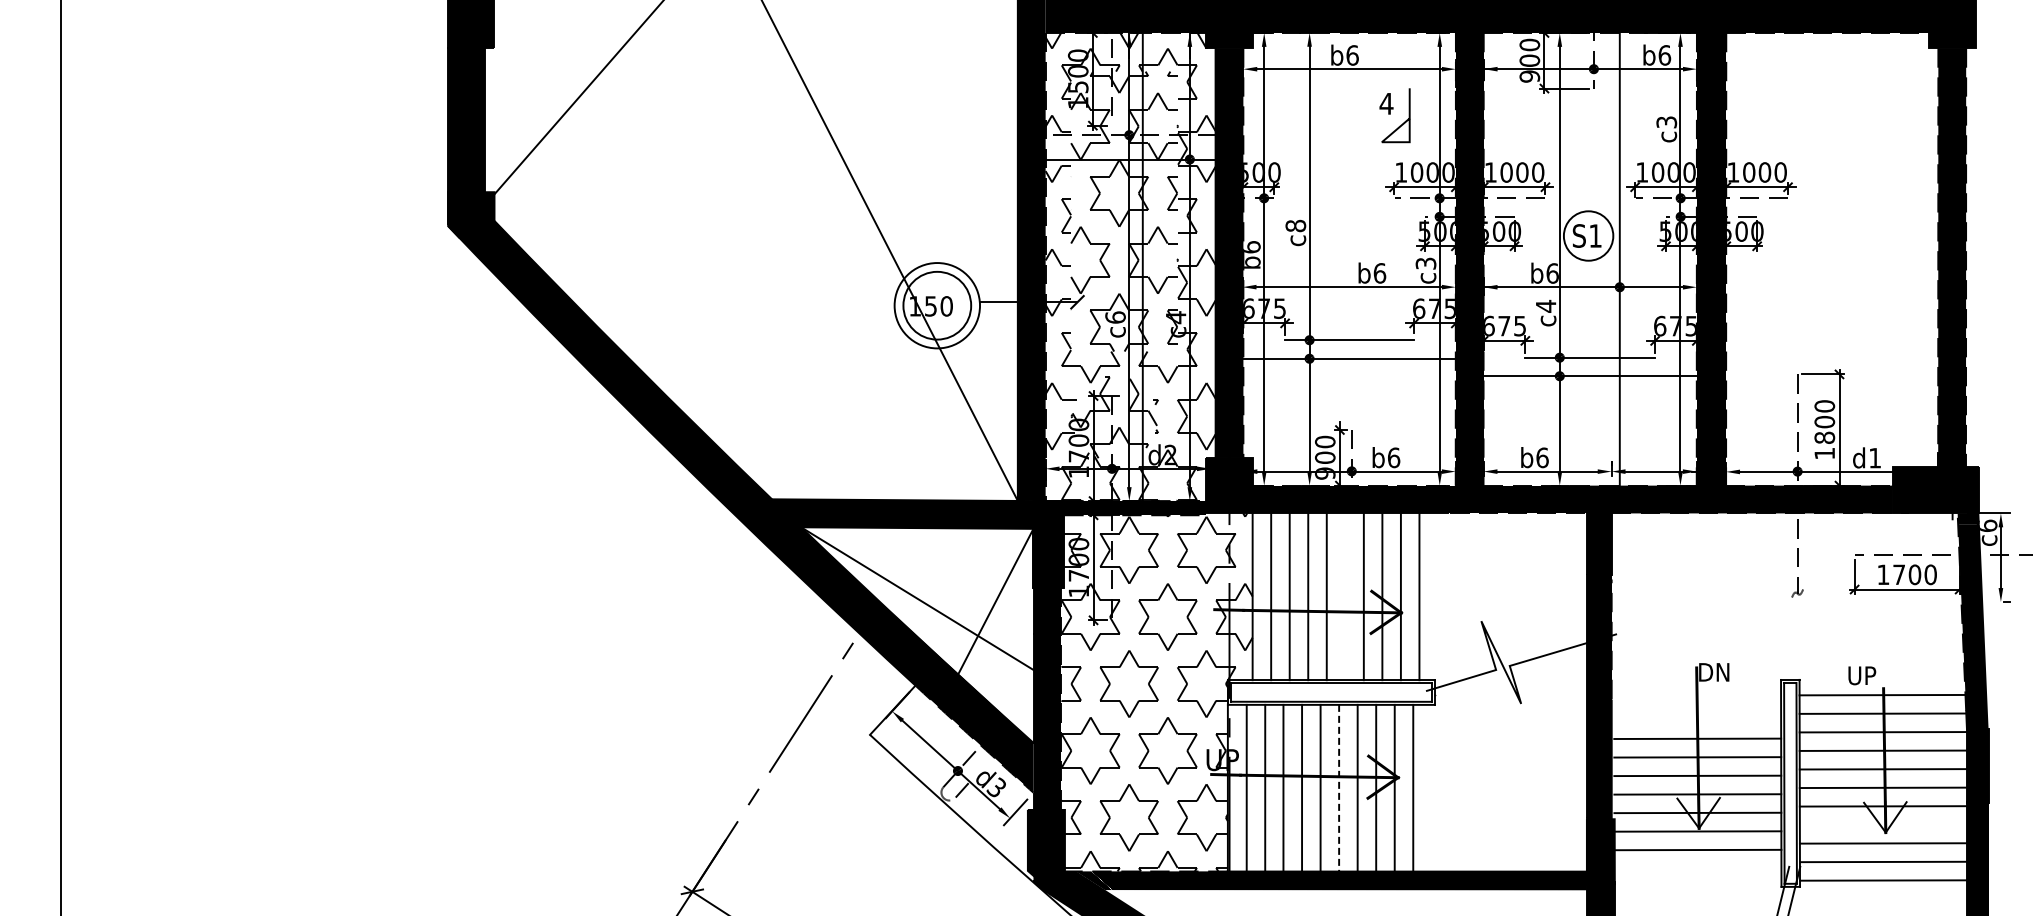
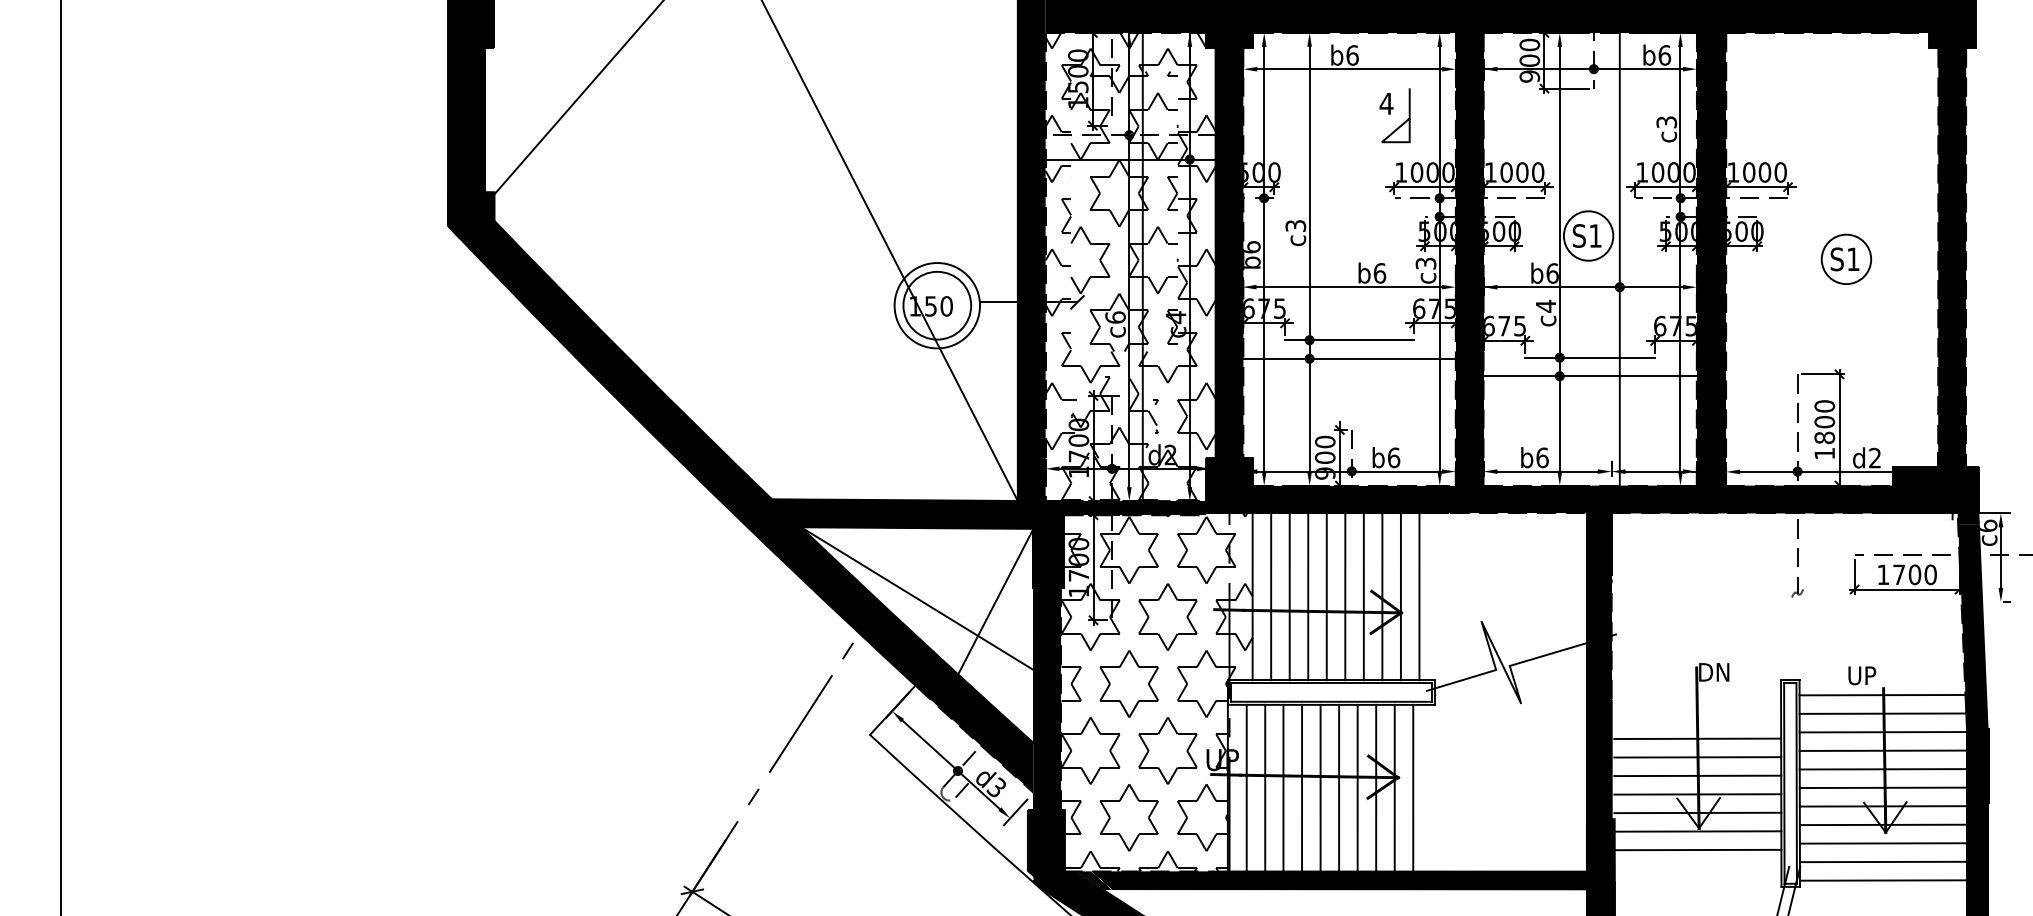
text at (1295, 225): c8 -> c3
part at (1846, 258): none -> present
text at (1874, 457): d1 -> d2
line at (1345, 596): none -> present
line at (1339, 788): dashed -> solid
line at (1882, 824): none -> present
